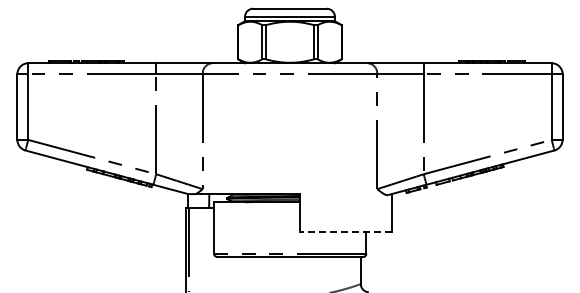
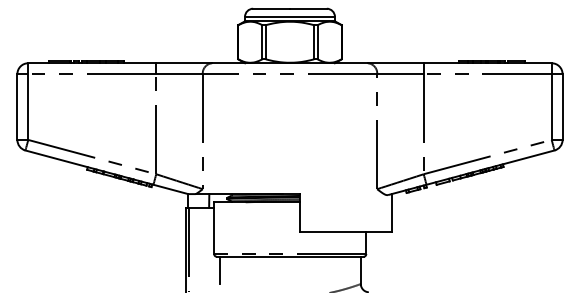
line at (345, 232): dashed -> solid
line at (219, 270): none -> present
